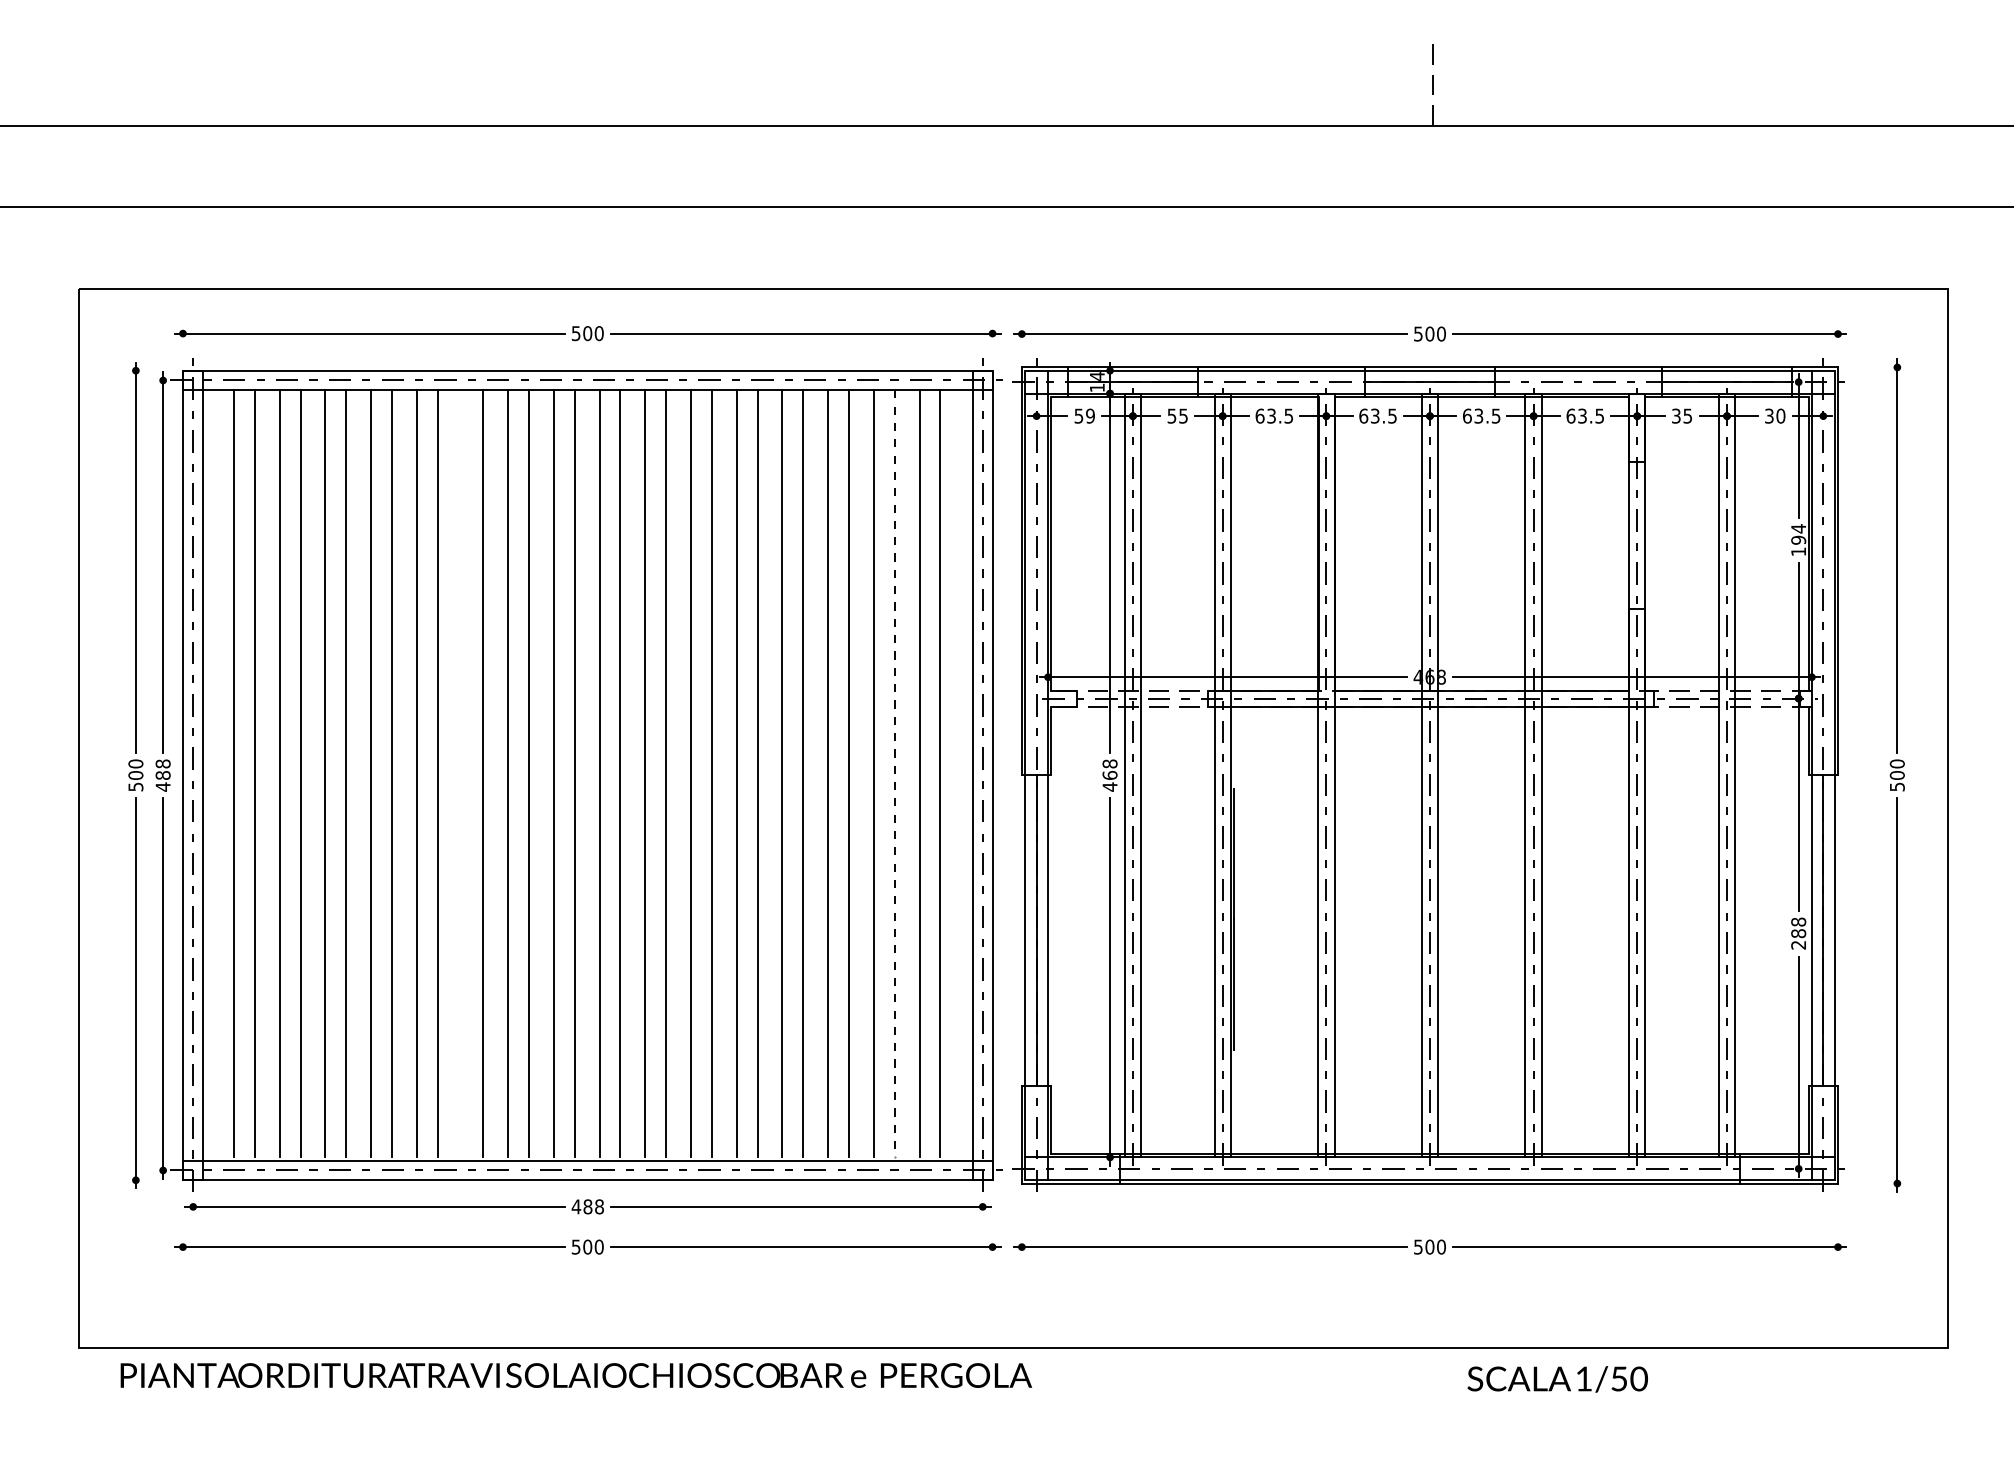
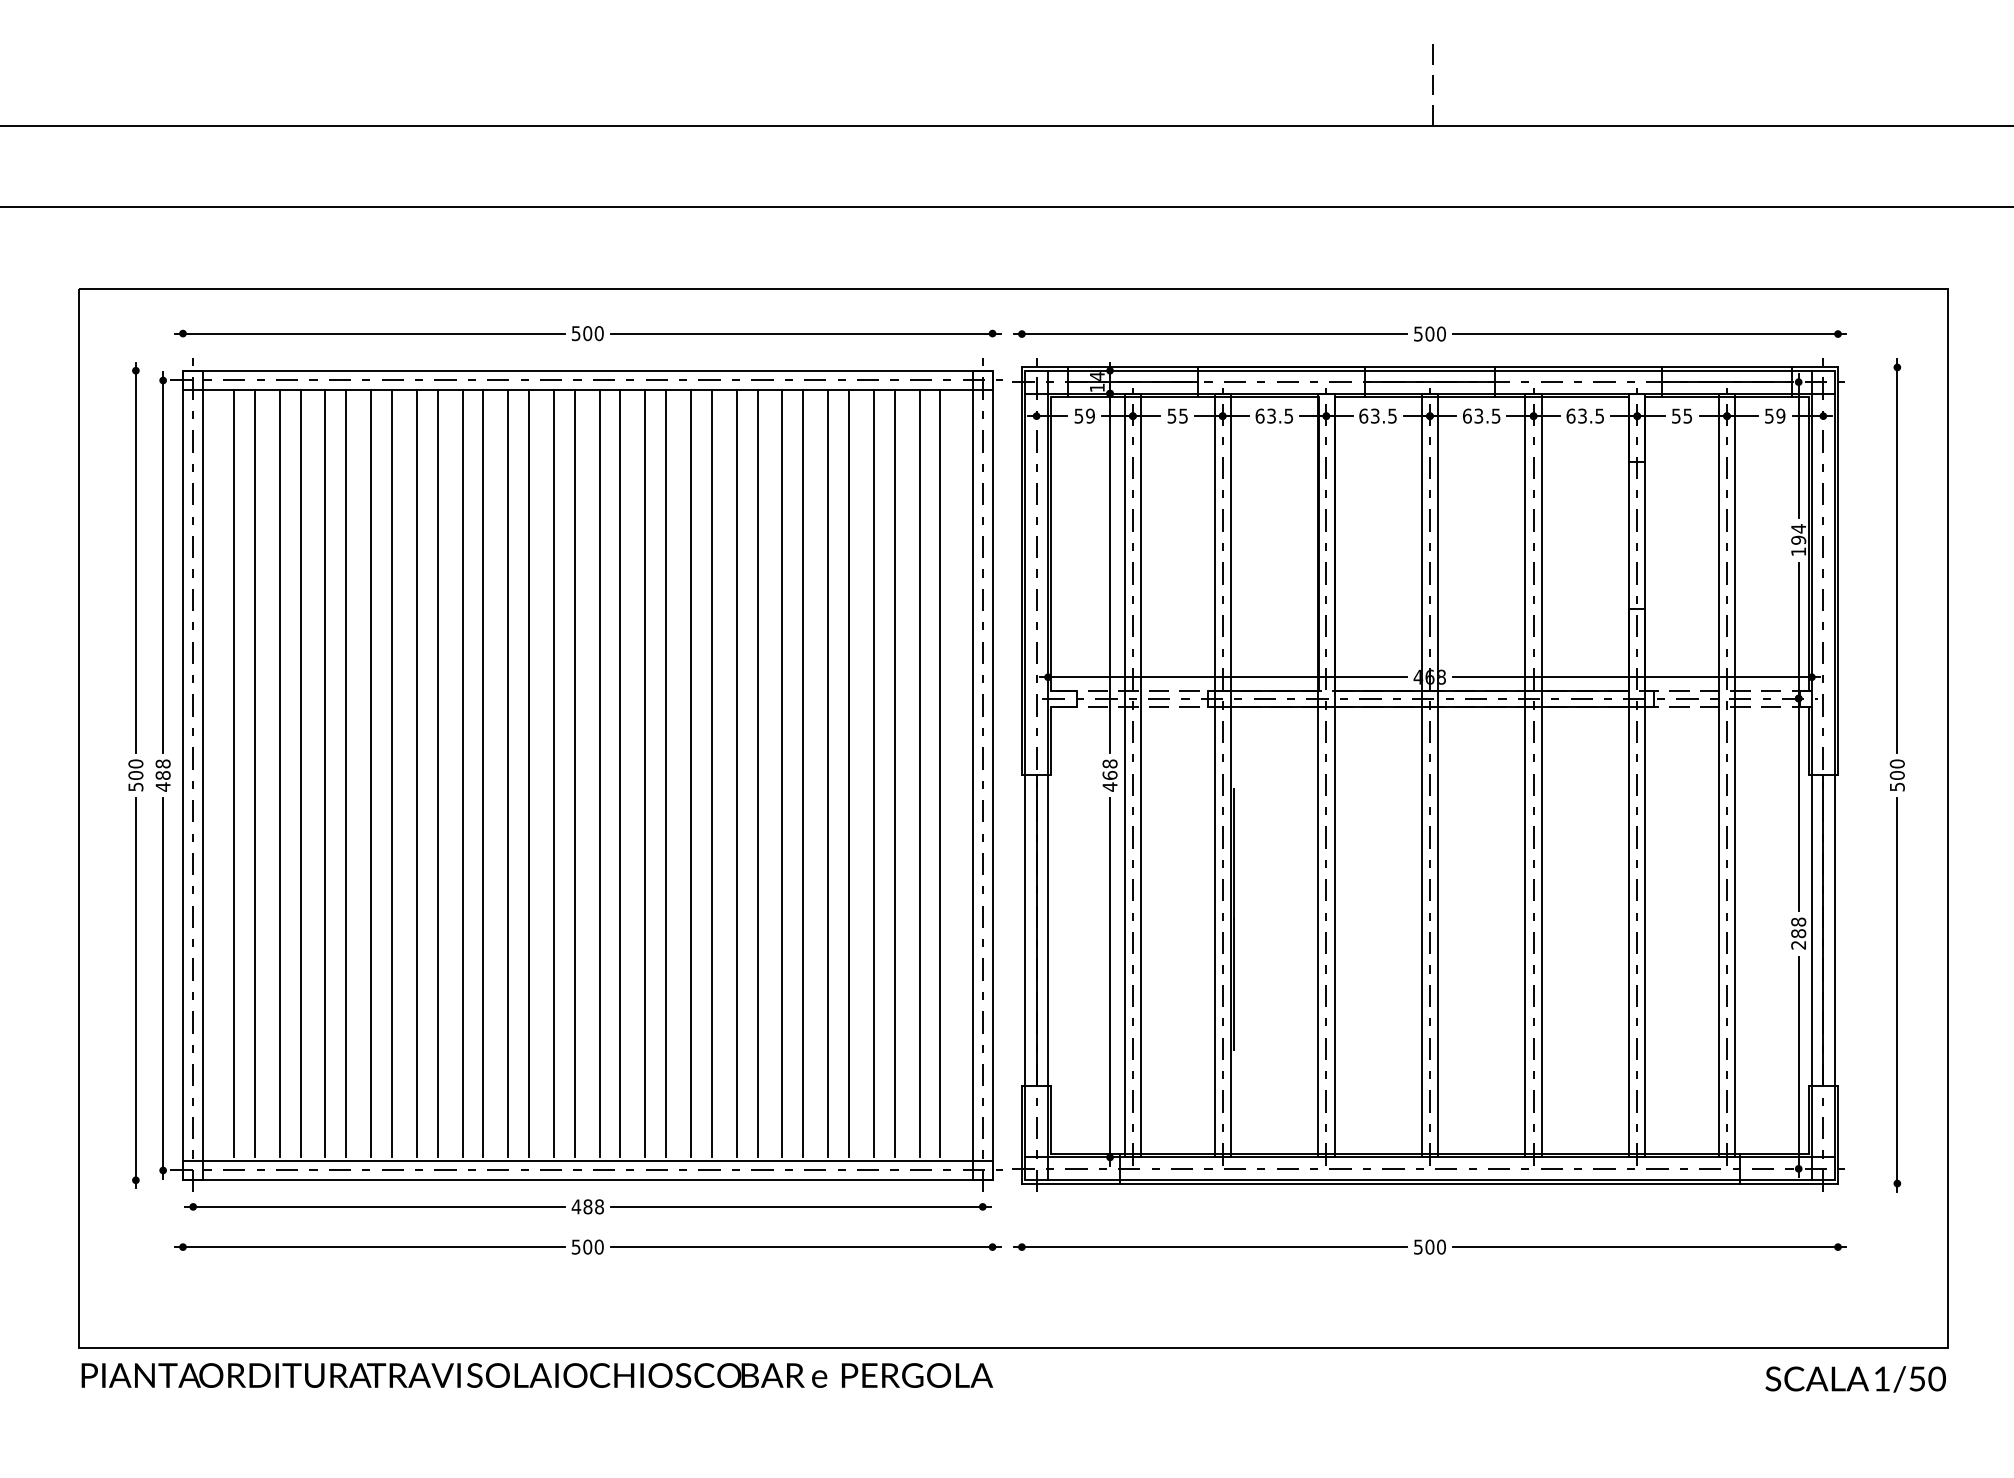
text at (1676, 415): 35 -> 55
text at (1775, 415): 30 -> 59
line at (462, 773): none -> present
line at (894, 773): dashed -> solid
text at (576, 1375) position: (576, 1375) -> (537, 1375)
text at (1557, 1379) position: (1557, 1379) -> (1855, 1379)
